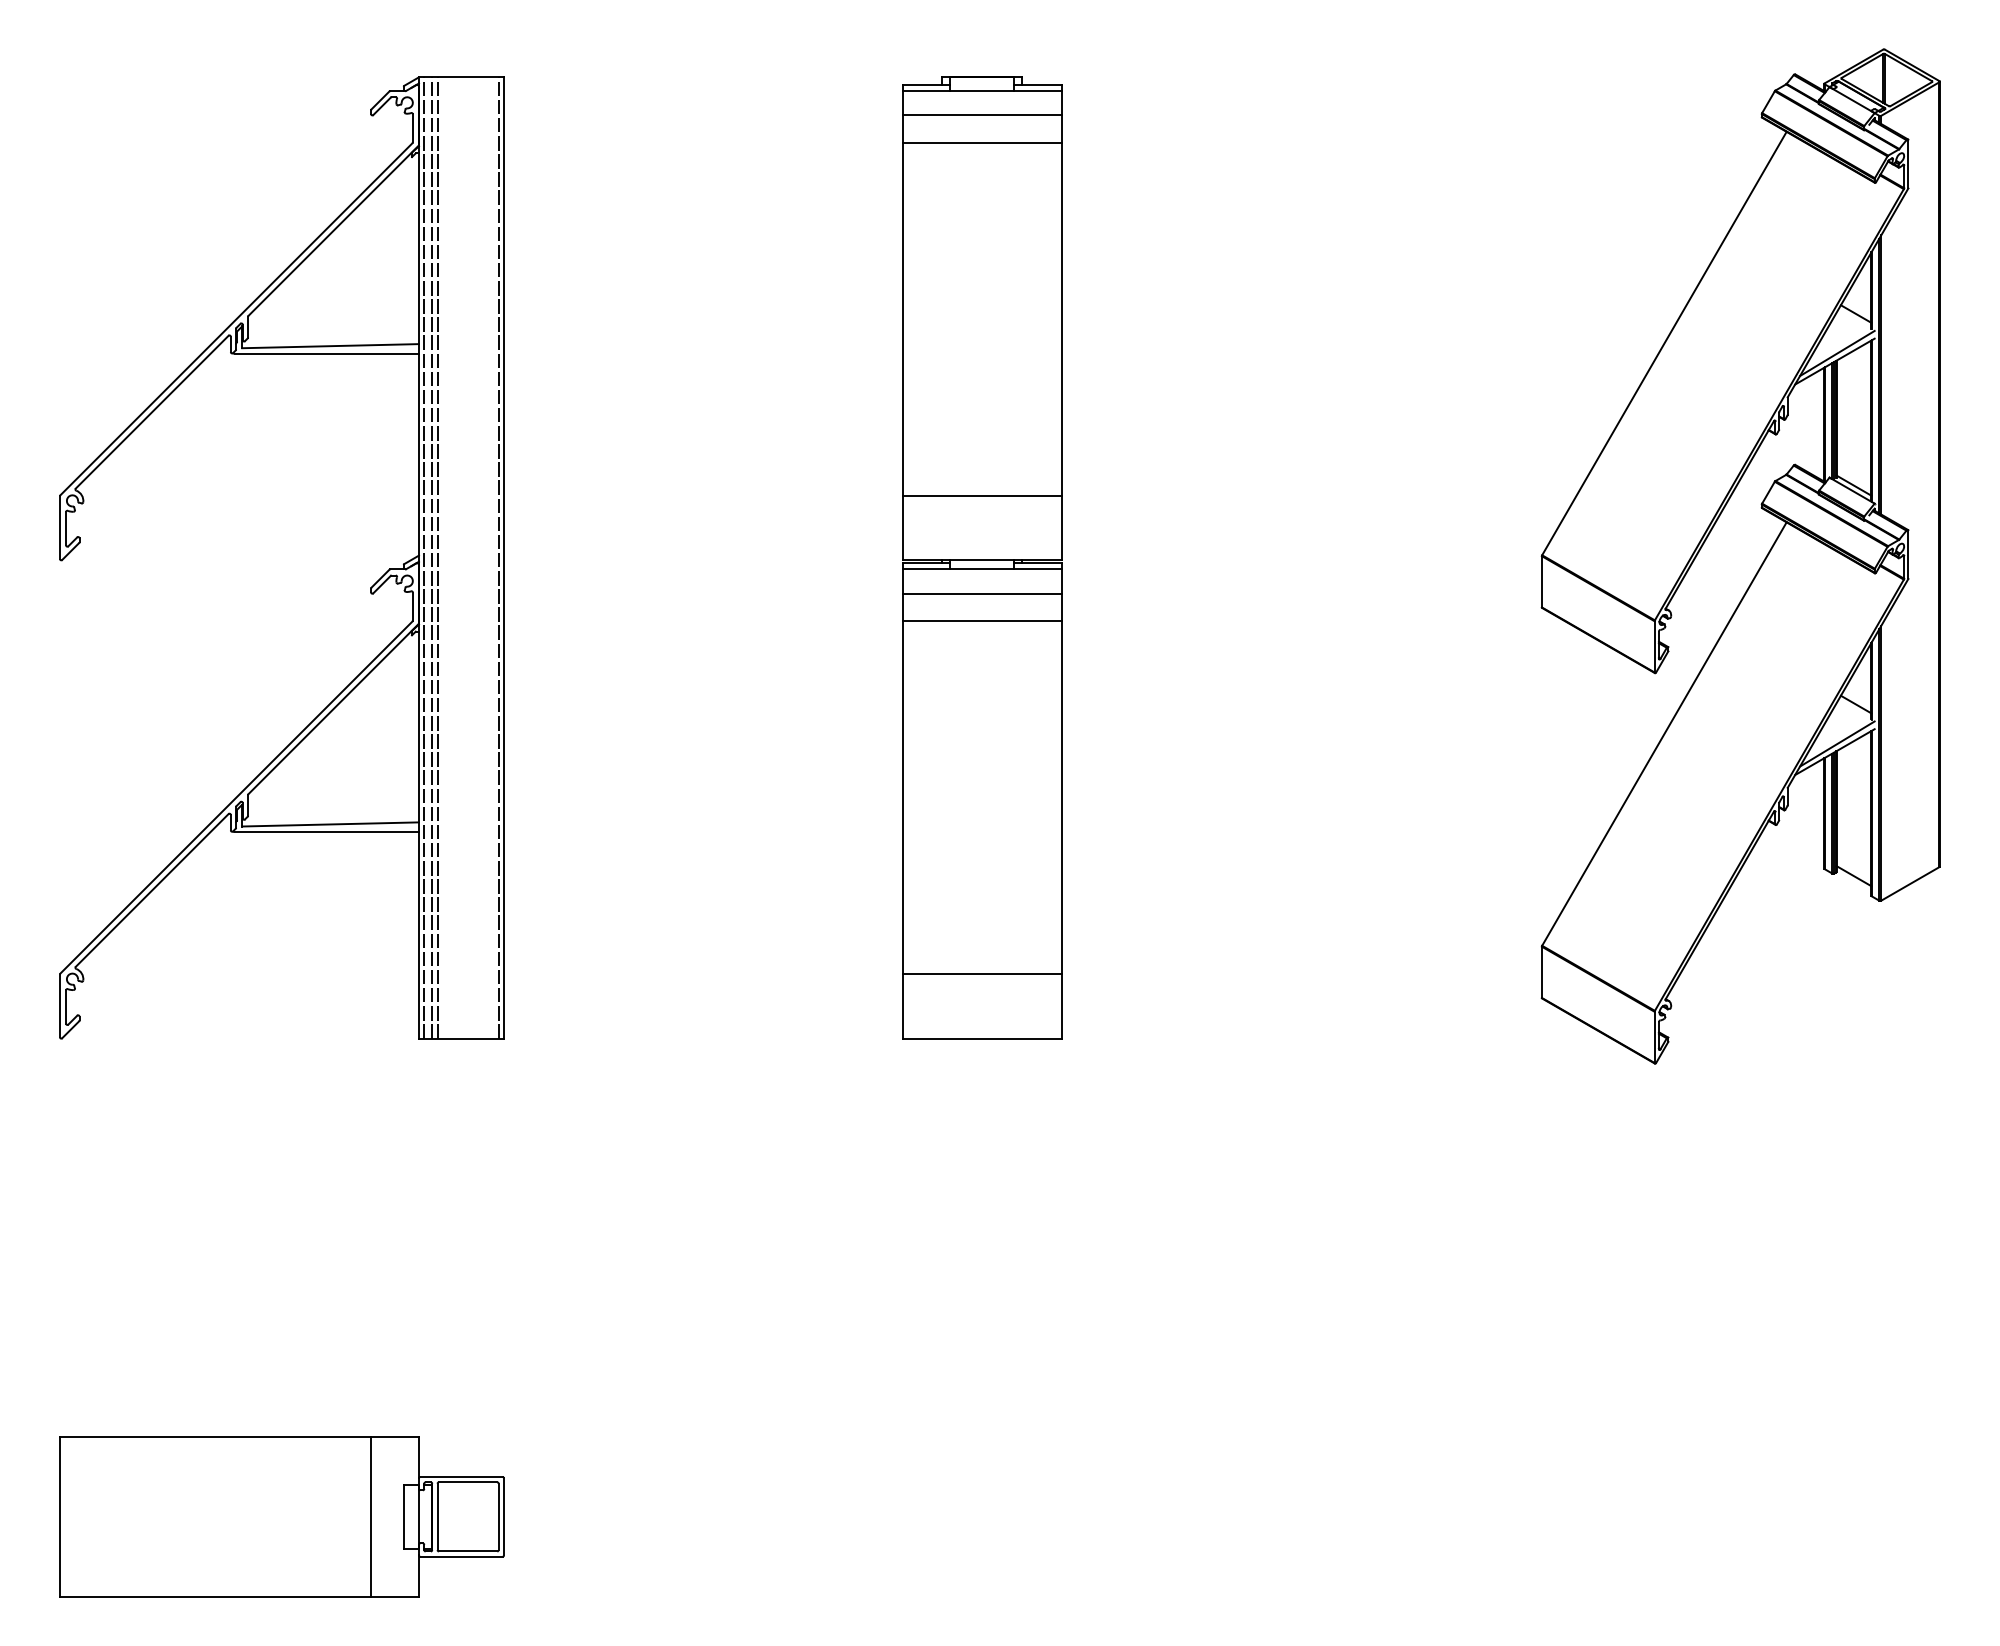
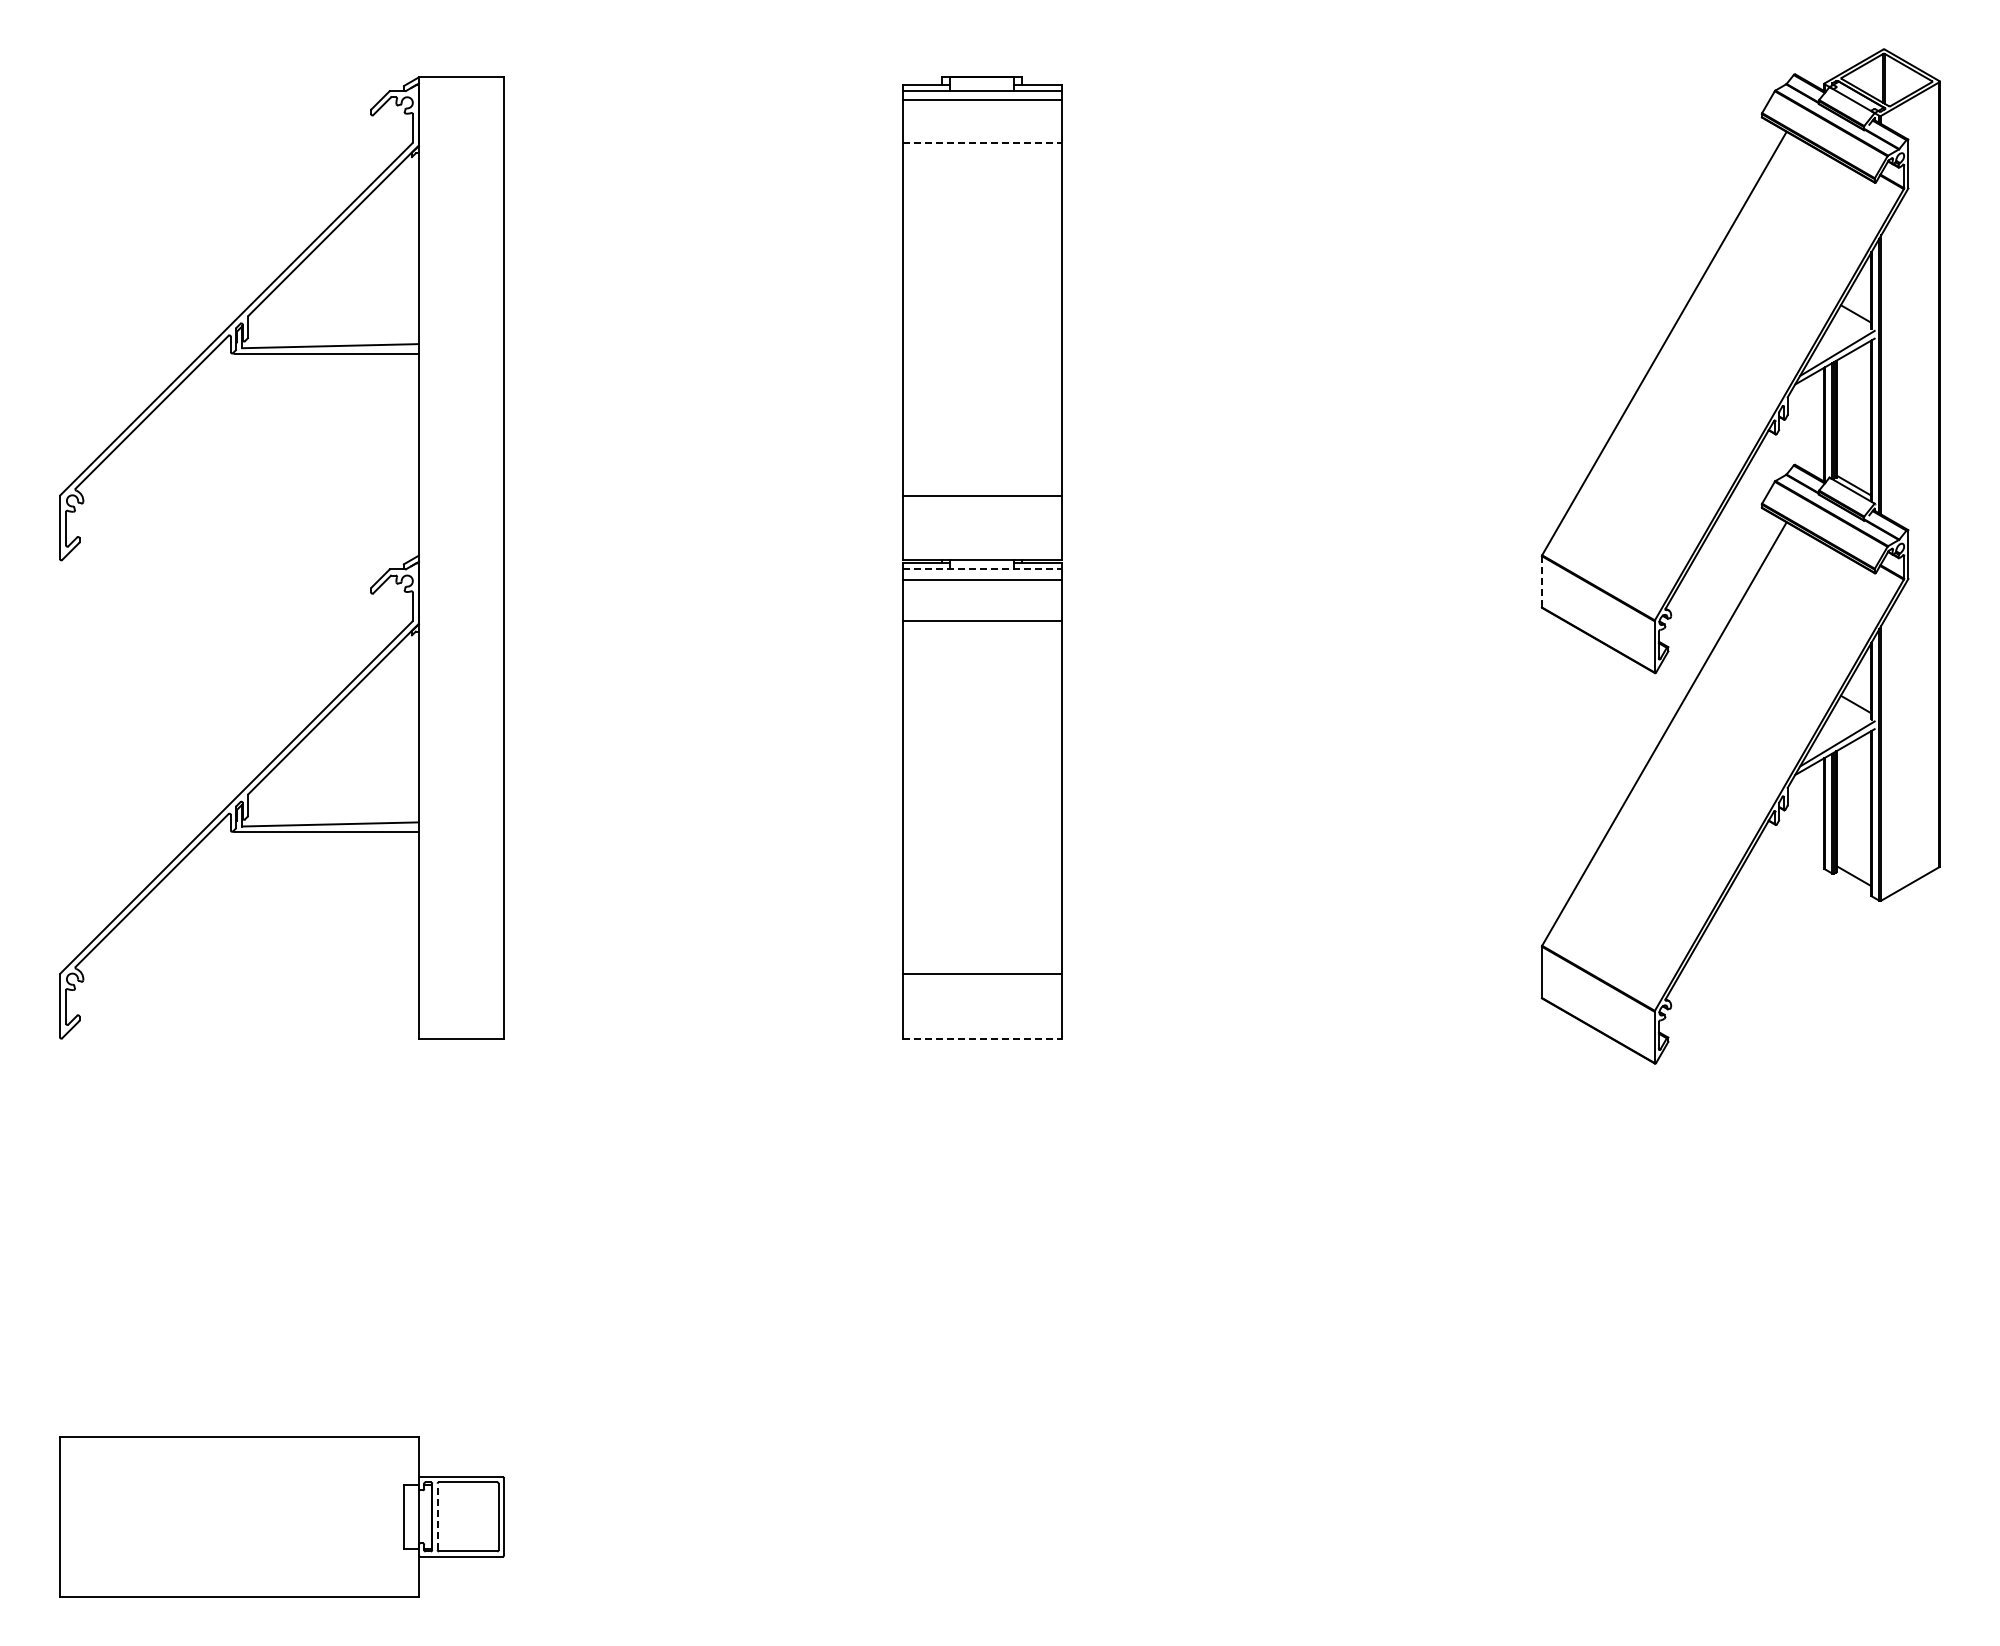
line at (981, 115) position: (981, 115) -> (981, 100)
line at (982, 142): solid -> dashed
line at (424, 557): present -> none
line at (432, 557): present -> none
line at (437, 557): present -> none
line at (498, 557): present -> none
line at (982, 569): solid -> dashed
line at (1541, 581): solid -> dashed
line at (981, 593) position: (981, 593) -> (981, 579)
line at (982, 1038): solid -> dashed
line at (371, 1516): present -> none
line at (437, 1516): solid -> dashed
